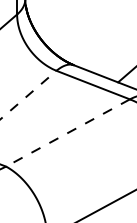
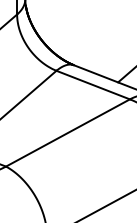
line at (28, 94): dashed -> solid
line at (67, 133): dashed -> solid
